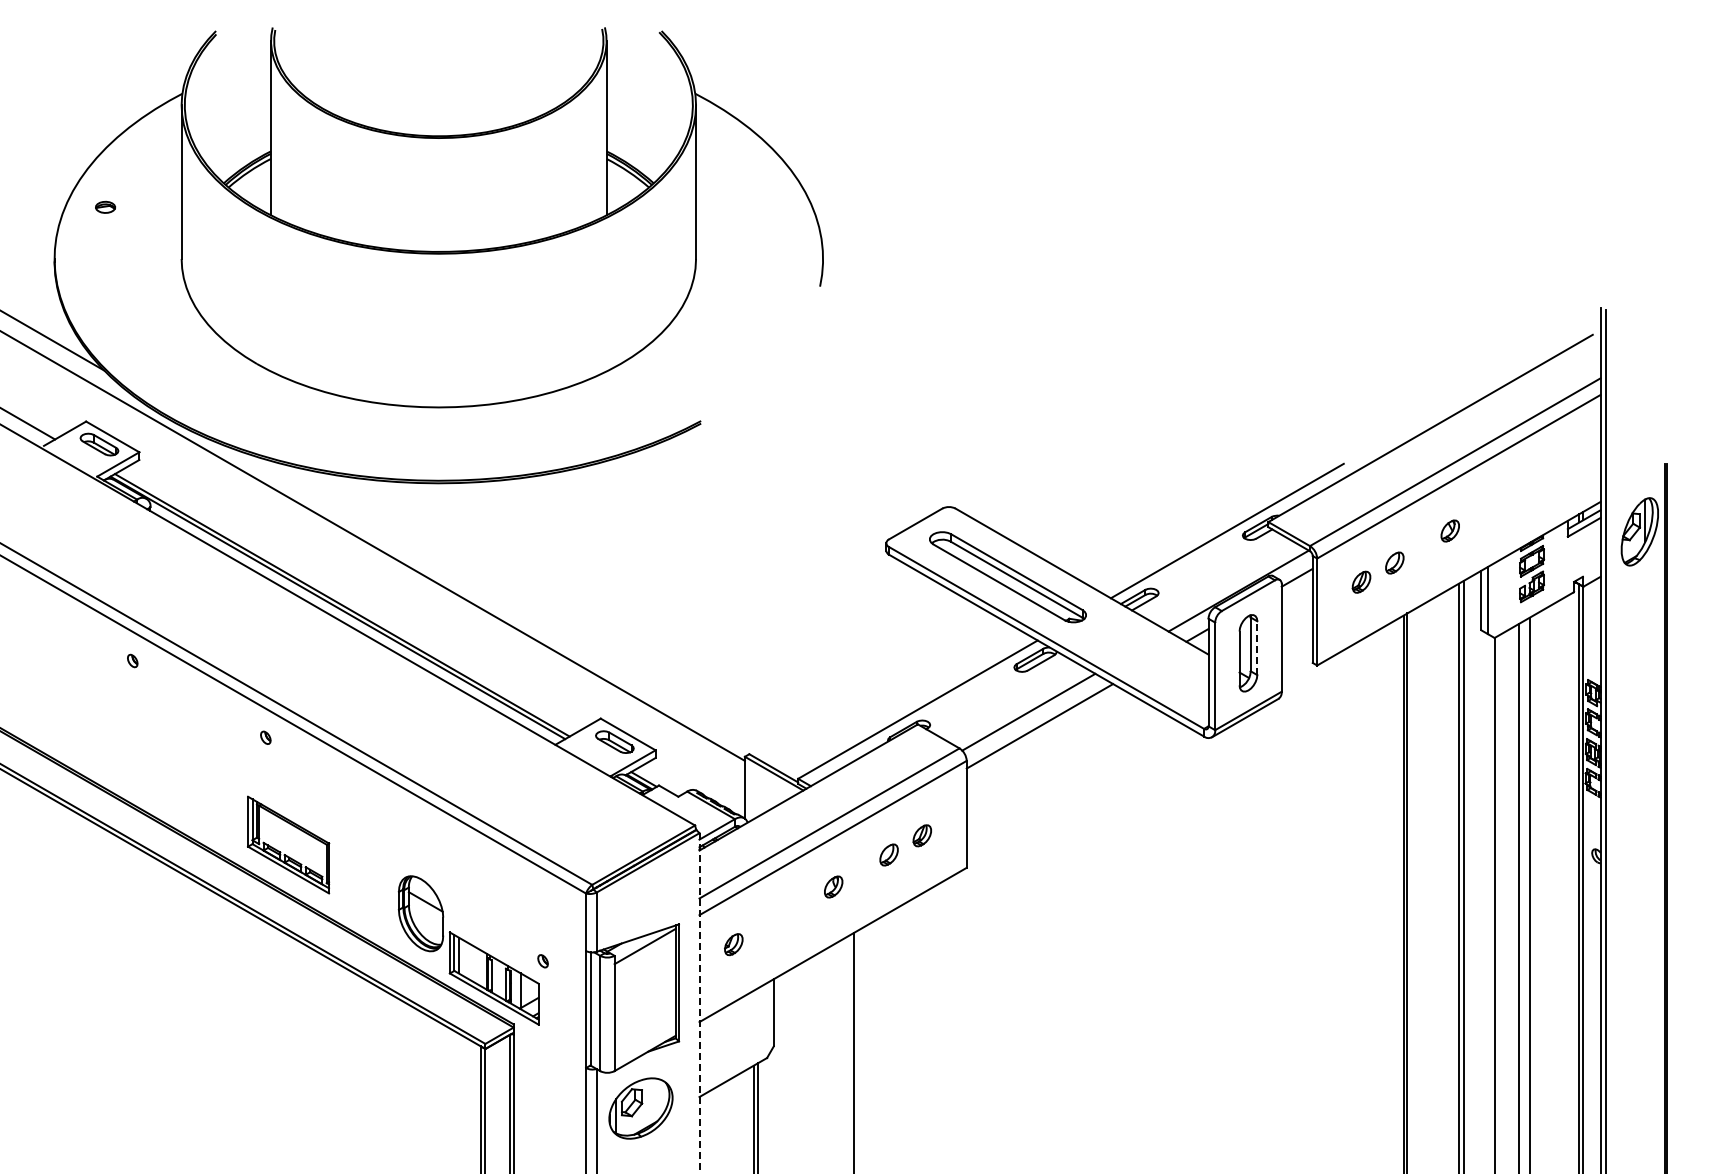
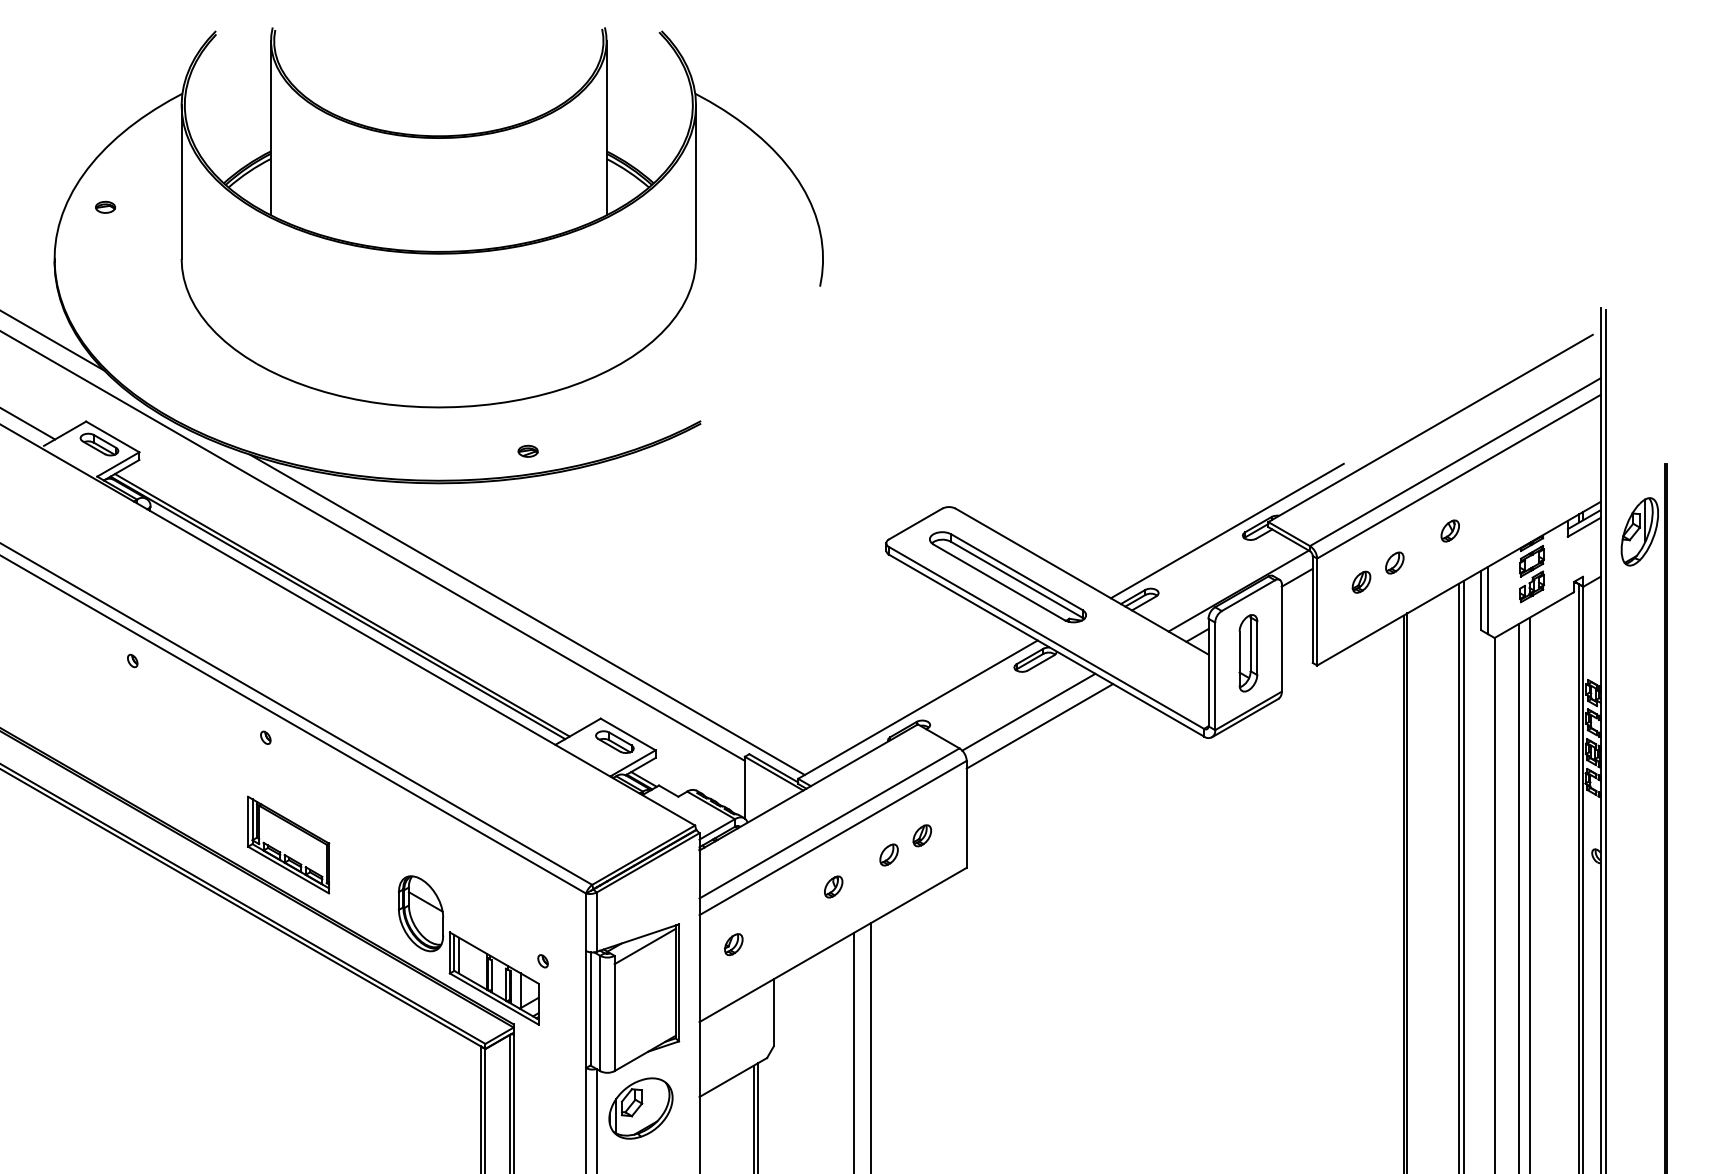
part at (527, 450): none -> present
line at (527, 614): none -> present
line at (1257, 648): dashed -> solid
line at (699, 1003): dashed -> solid
line at (871, 1046): none -> present
